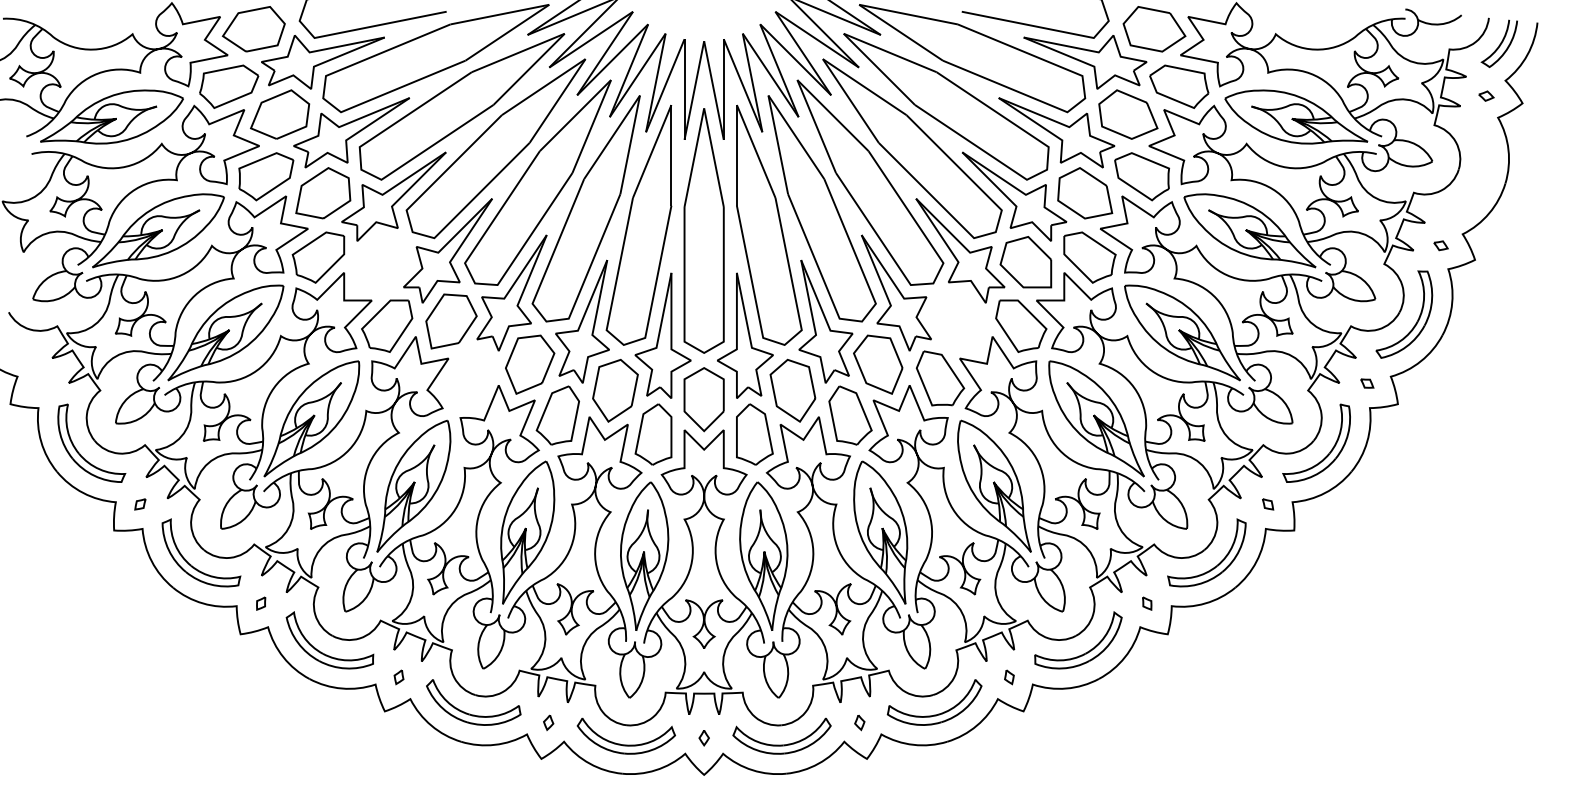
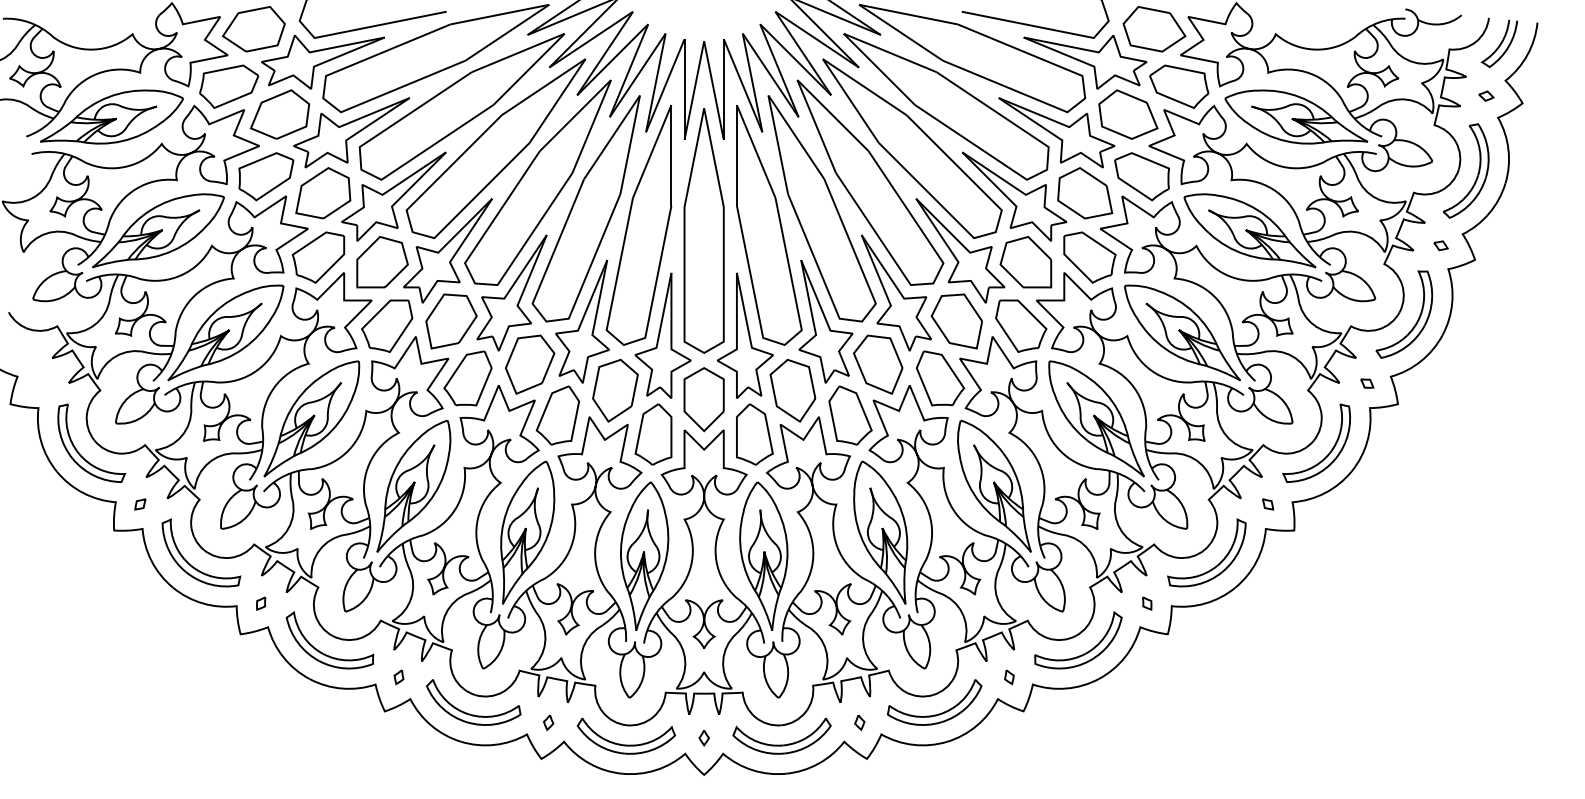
part at (1477, 173): none -> present
part at (382, 262): none -> present
part at (956, 321): none -> present
part at (467, 378): none -> present
